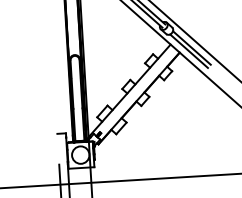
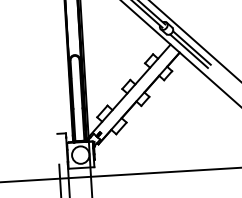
line at (120, 180) position: (120, 180) -> (120, 174)
